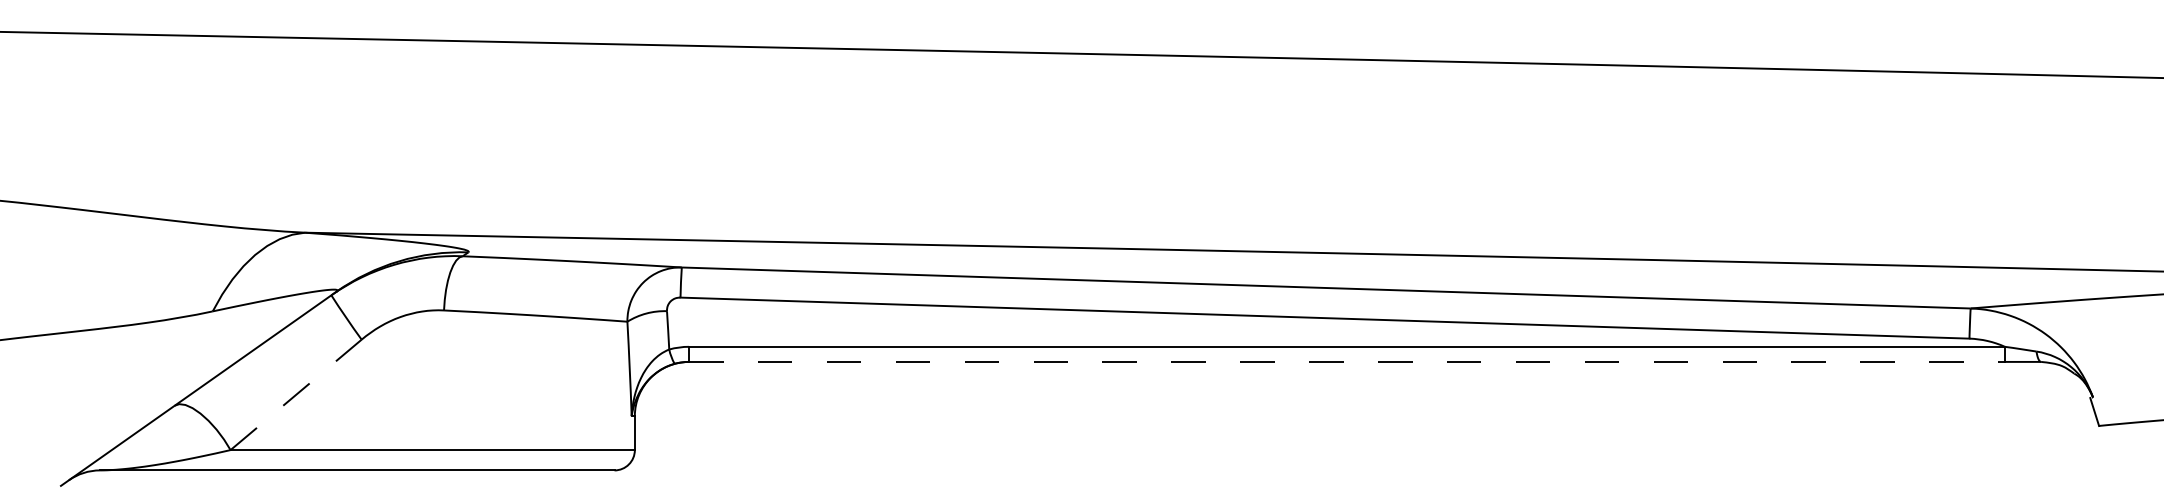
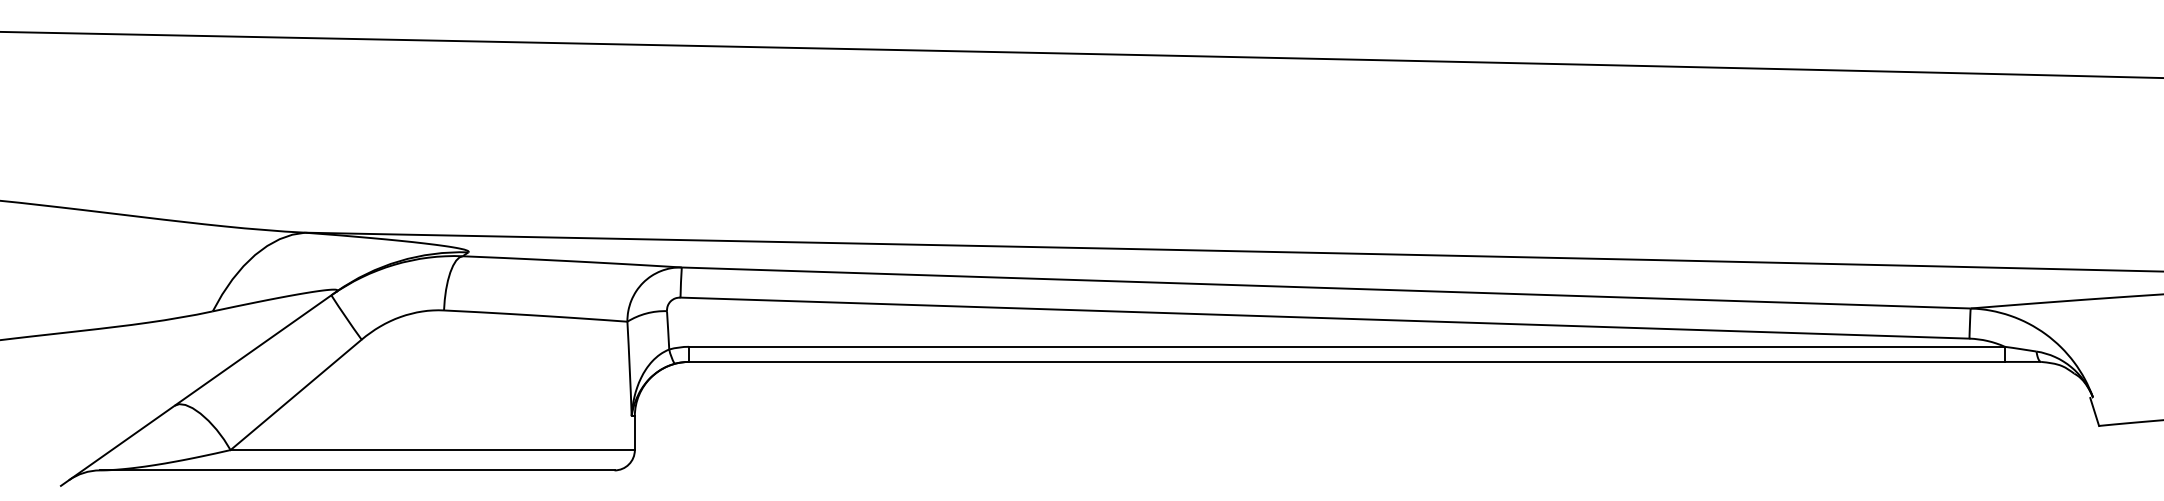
line at (1347, 361): dashed -> solid
line at (296, 394): dashed -> solid
